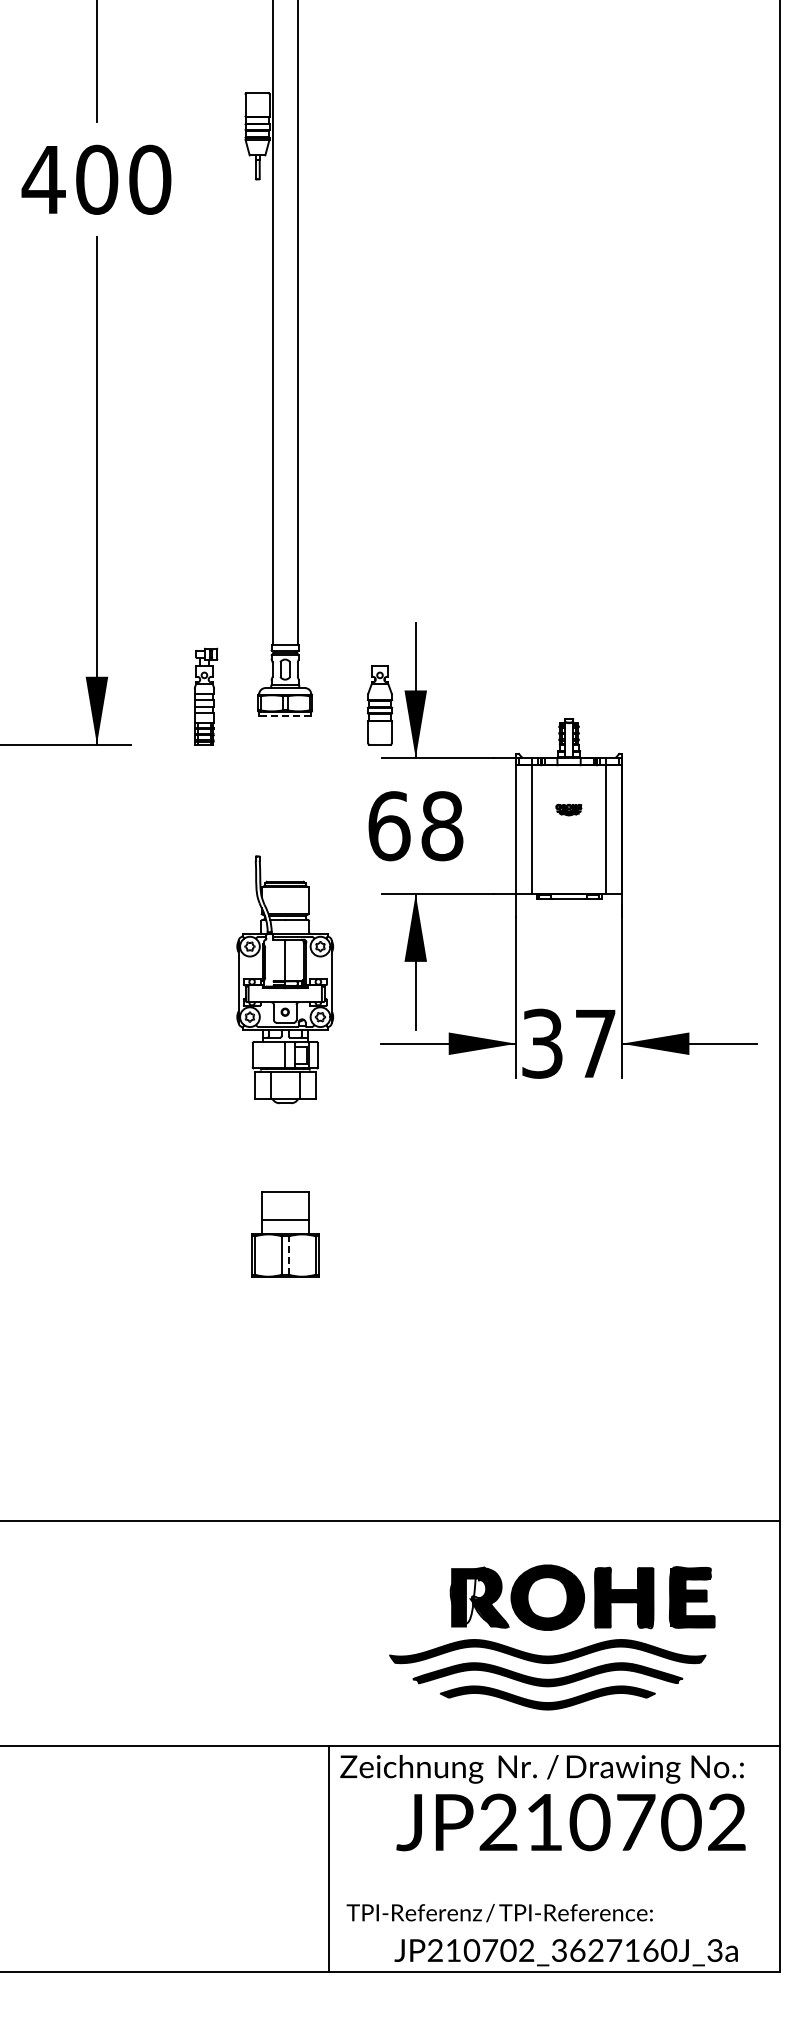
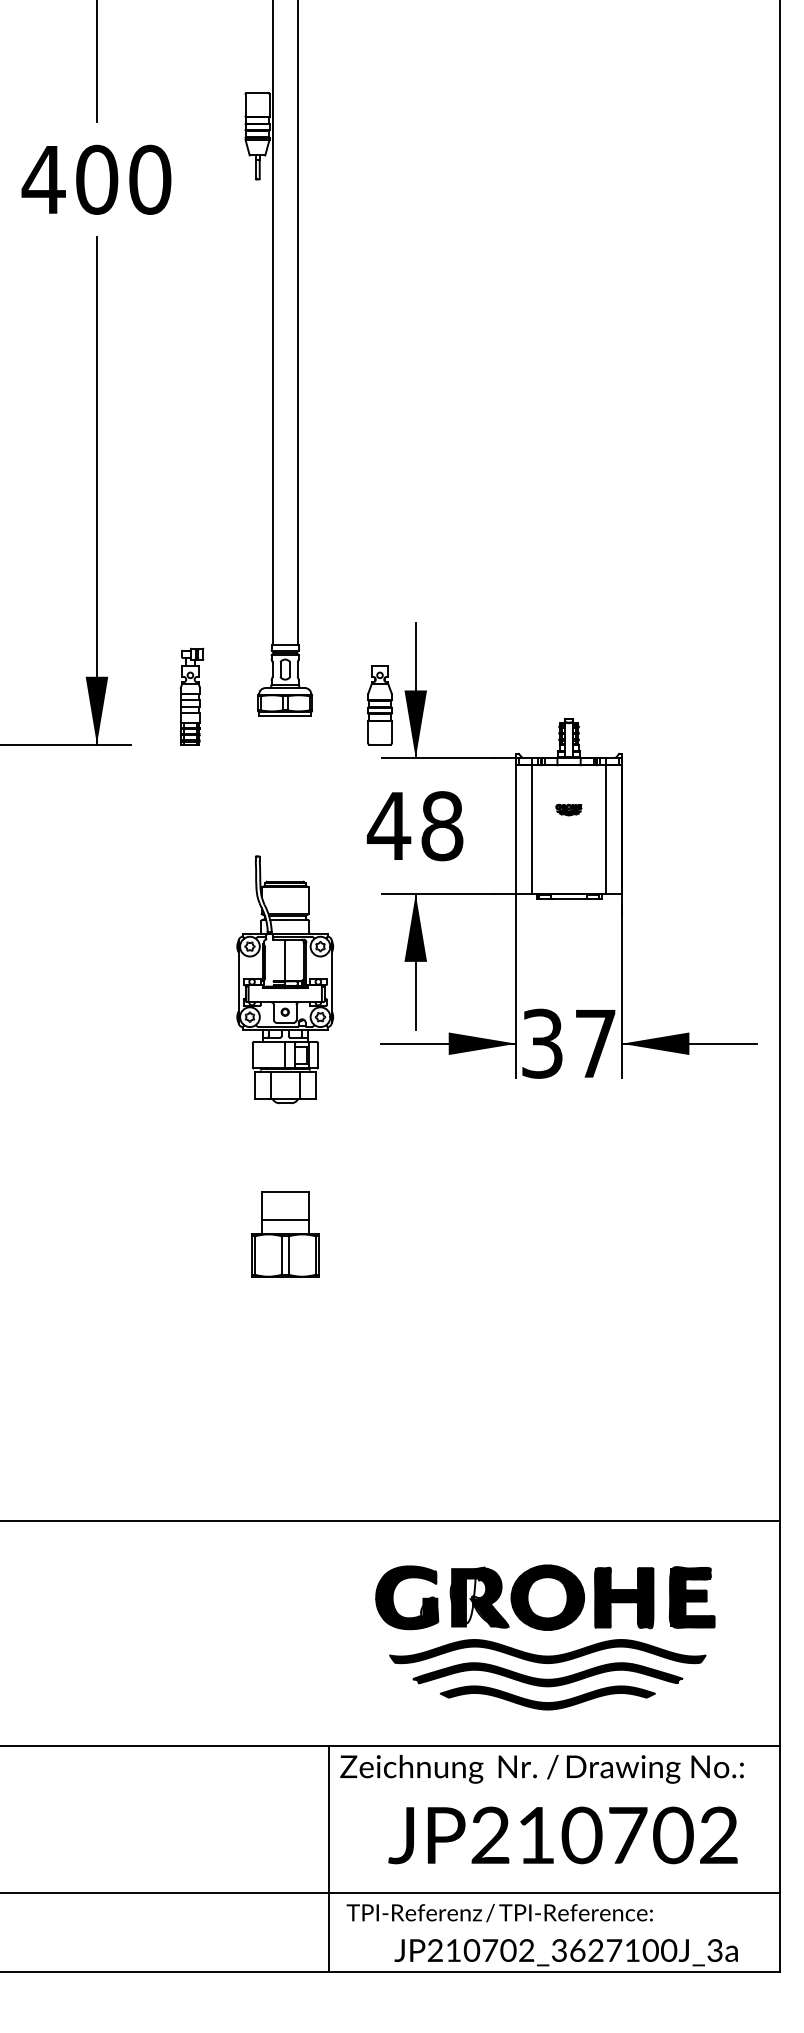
part at (205, 696) position: (205, 696) -> (191, 696)
line at (284, 716): dashed -> solid
text at (388, 826): 68 -> 48
line at (288, 1255): dashed -> solid
part at (394, 1592): none -> present
text at (570, 1822) position: (570, 1822) -> (562, 1835)
line at (391, 1893): none -> present
text at (650, 1950): JP210702_3627160J_3a -> JP210702_3627100J_3a
